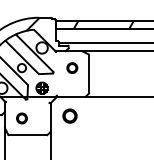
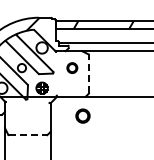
line at (89, 74): solid -> dashed
circle at (69, 115) position: (69, 115) -> (82, 115)
part at (21, 118): present -> none
line at (27, 135): solid -> dashed
